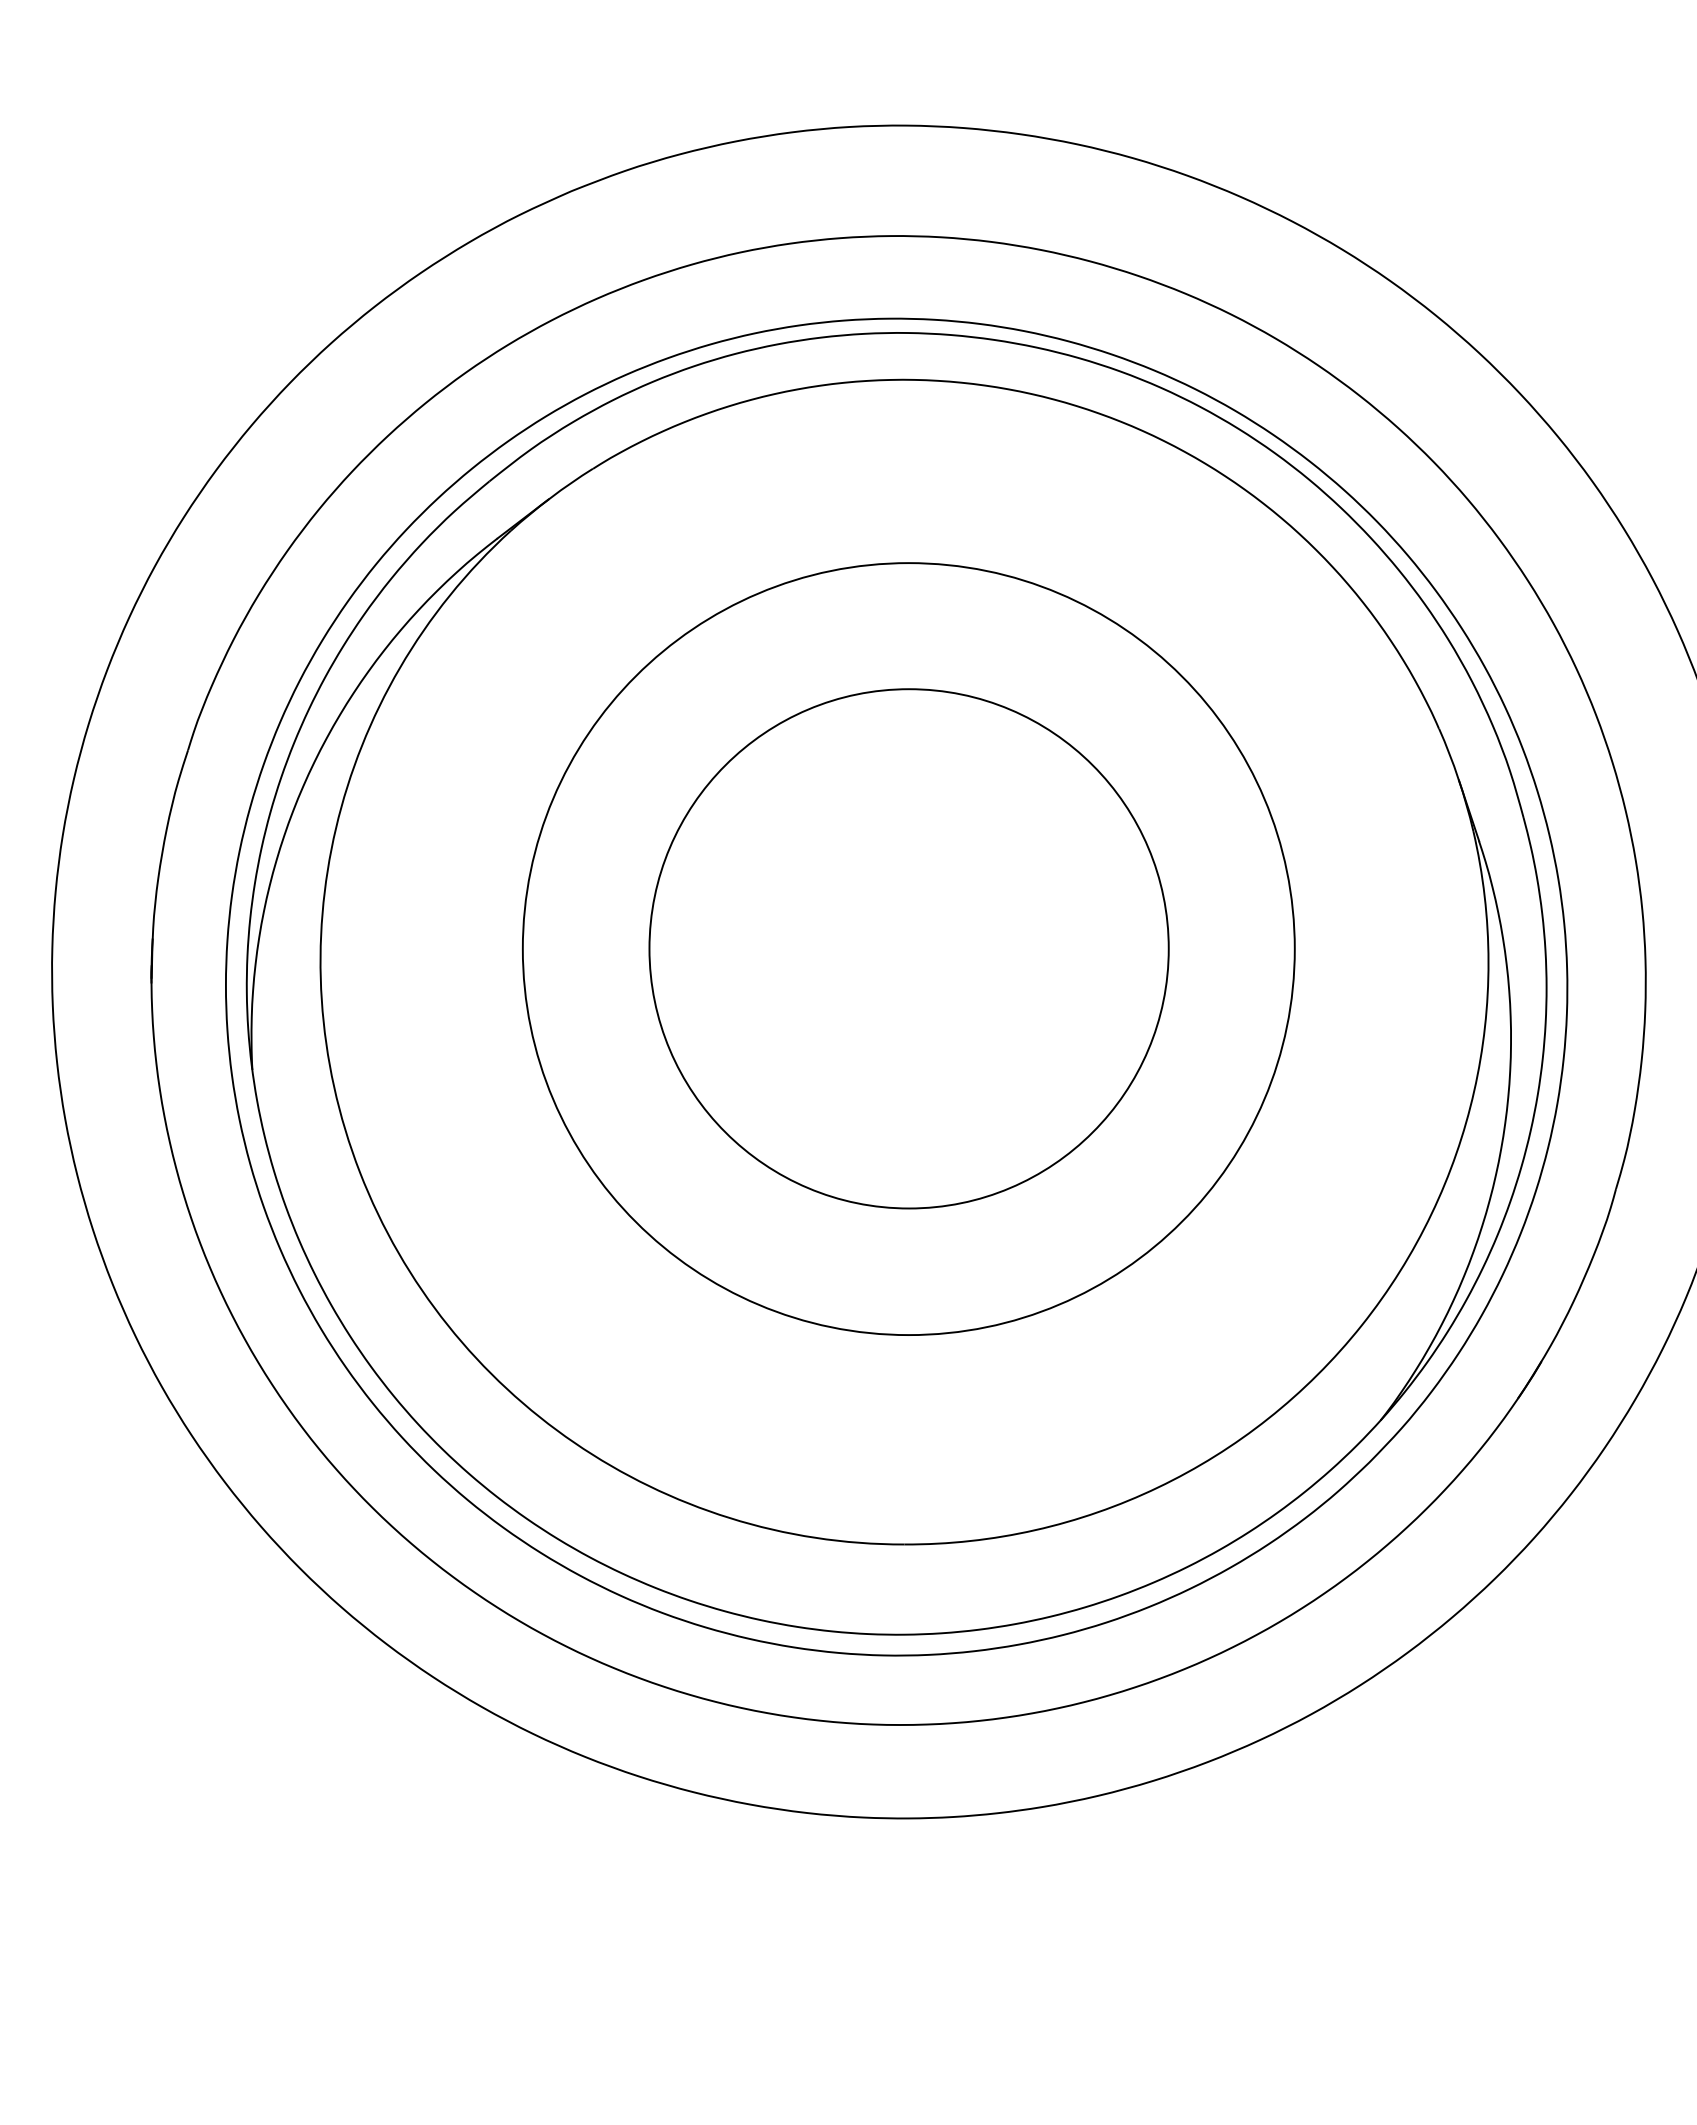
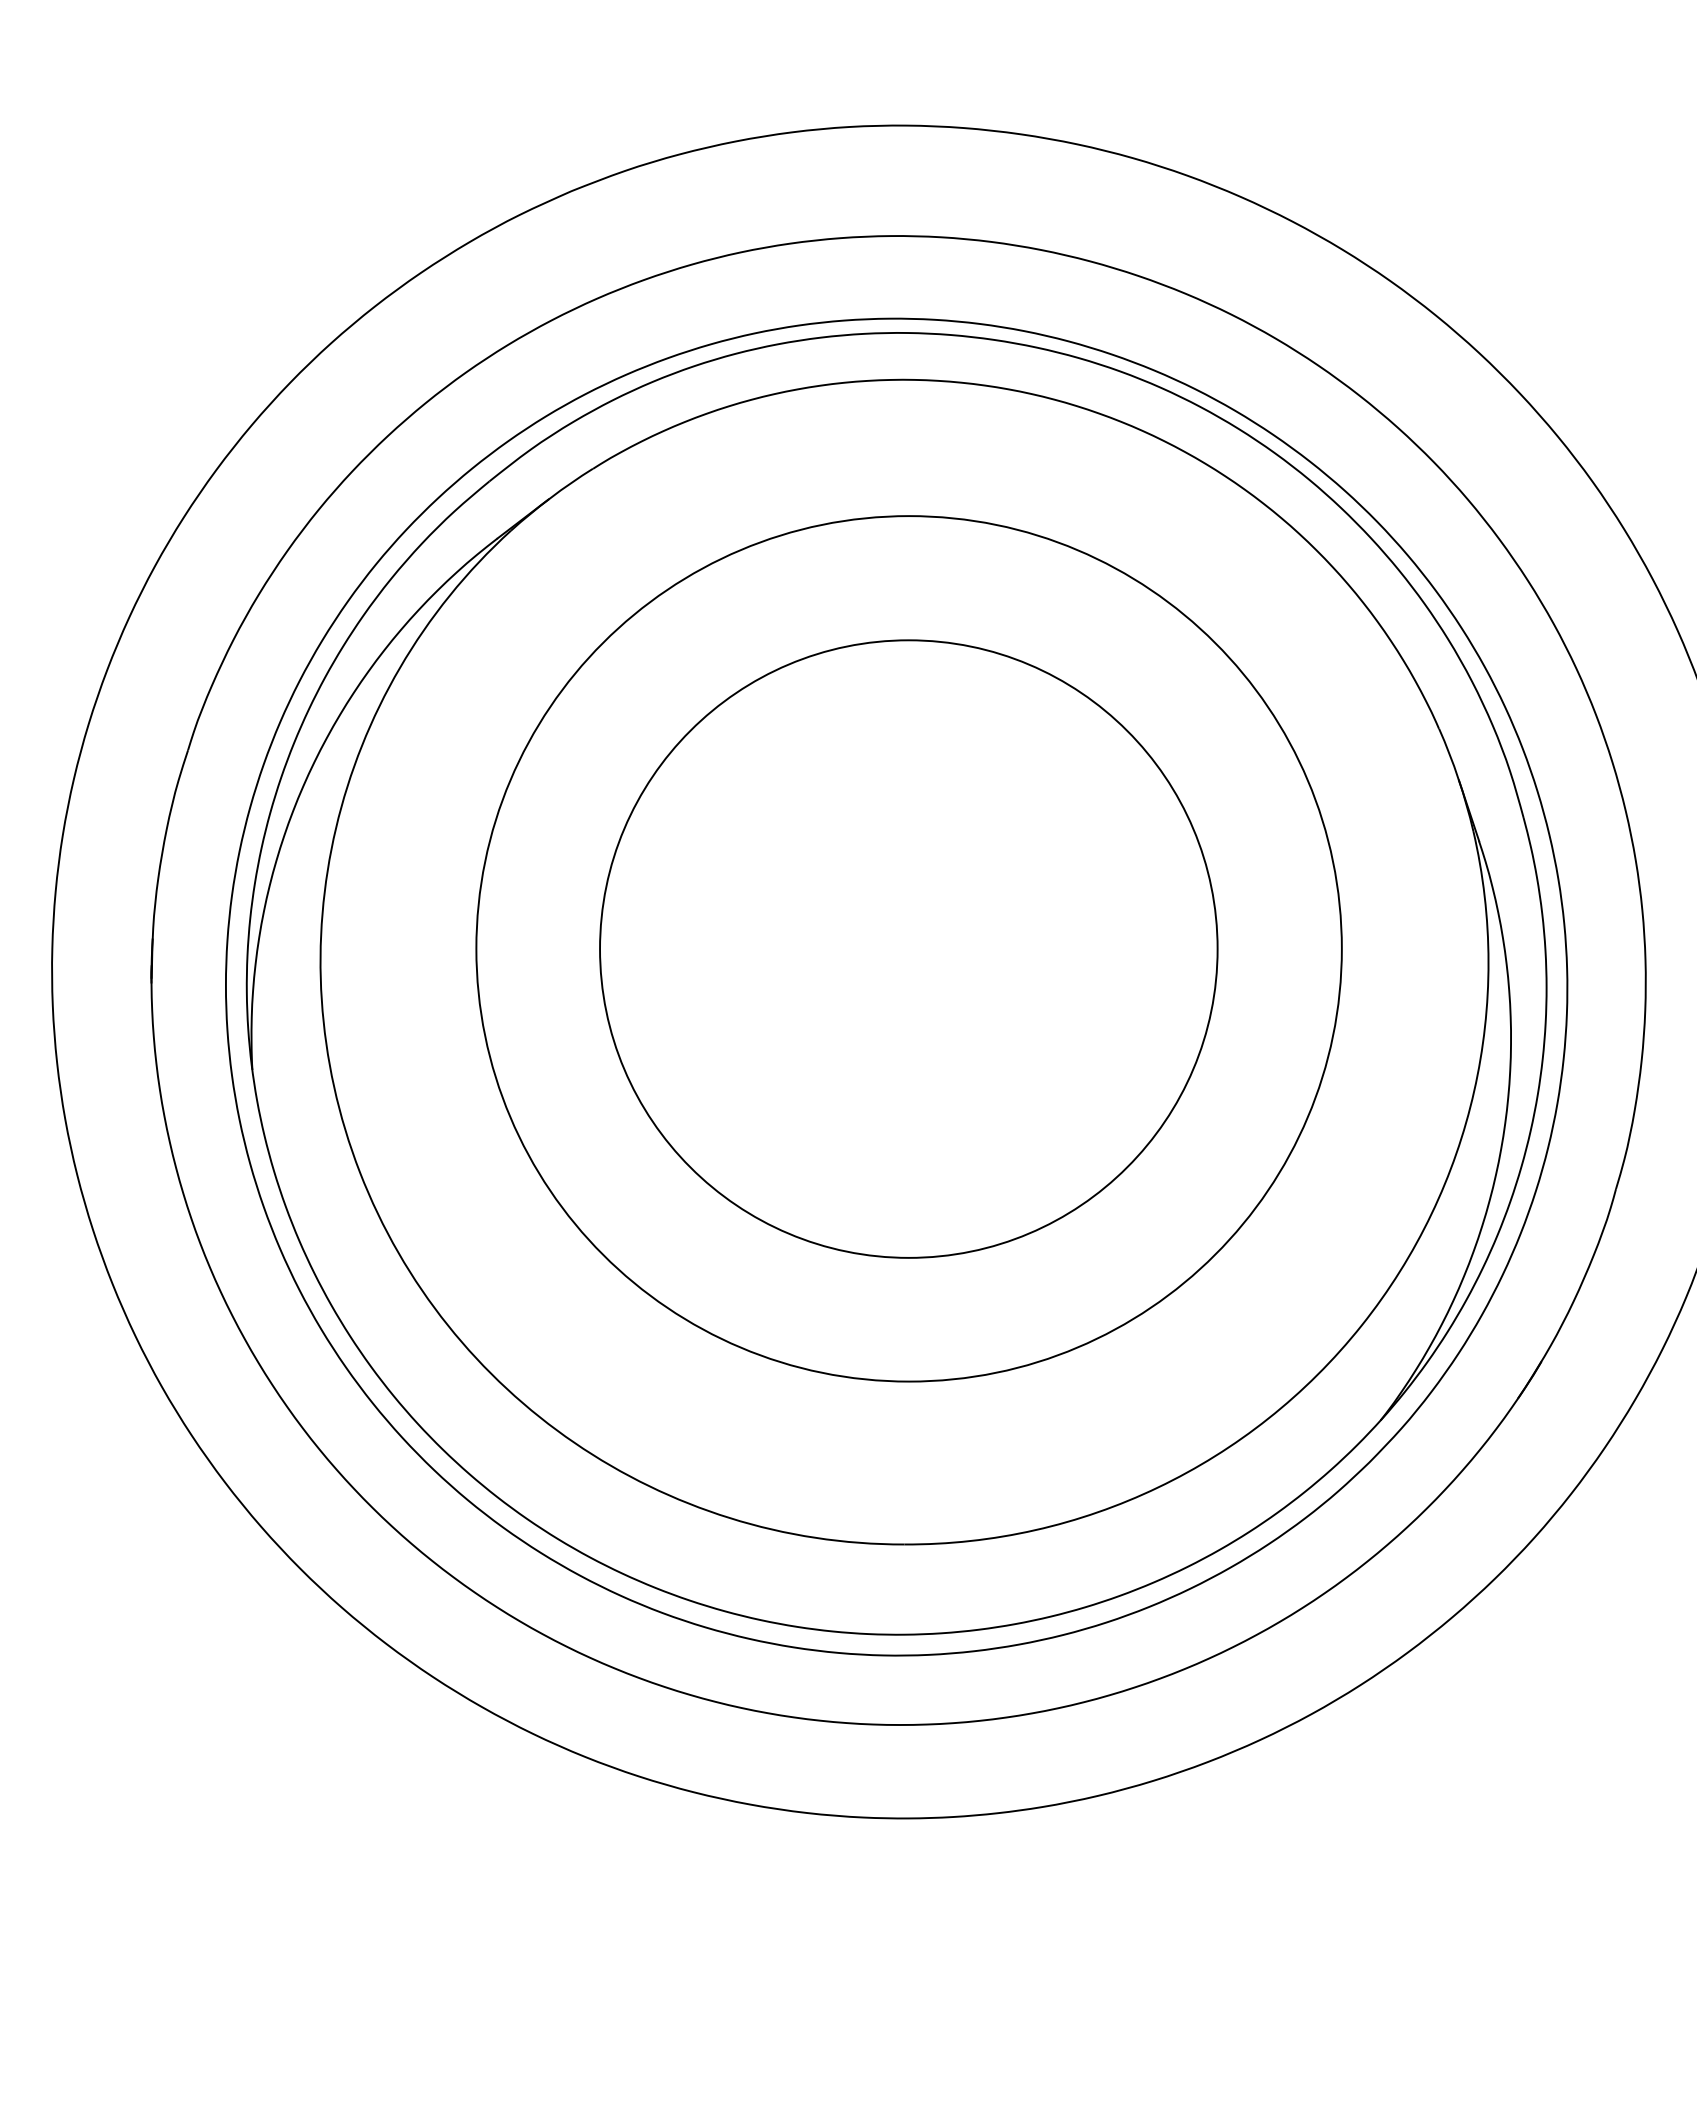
circle at (908, 948) diameter: 519 px -> 865 px
circle at (908, 949) diameter: 772 px -> 618 px
